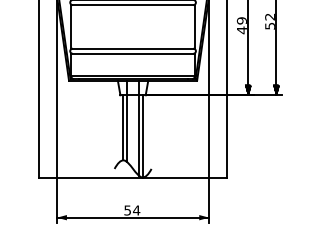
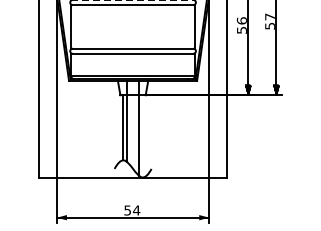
line at (133, 0): solid -> dashed
text at (269, 16): 52 -> 57
text at (241, 25): 49 -> 56
line at (143, 136): present -> none
